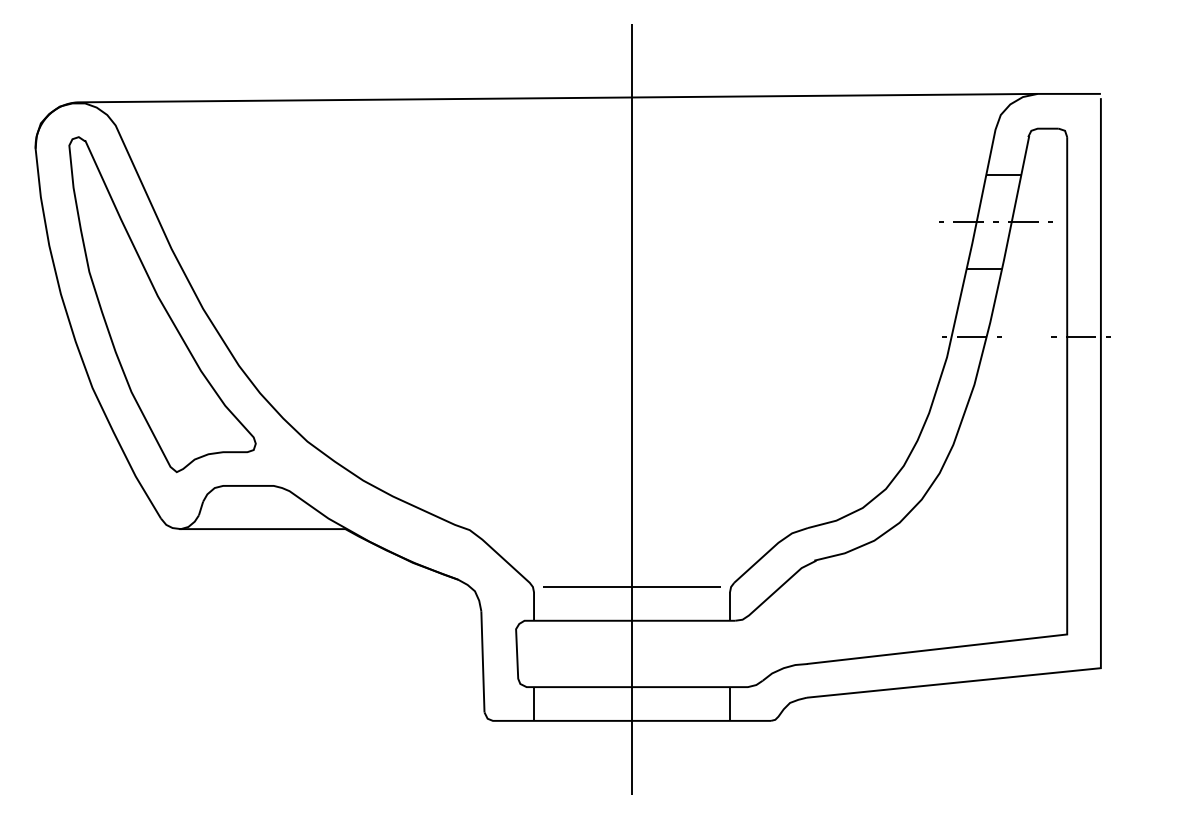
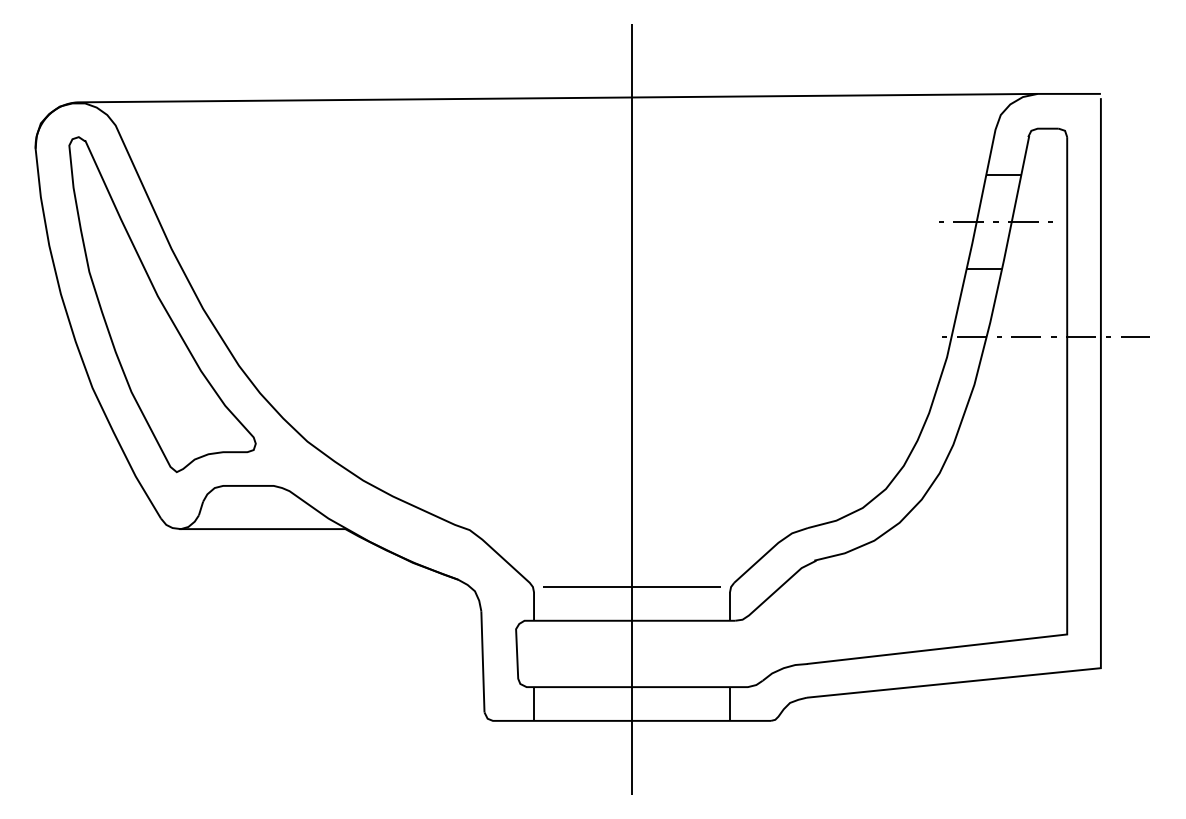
line at (1025, 336): none -> present
line at (1135, 336): none -> present
